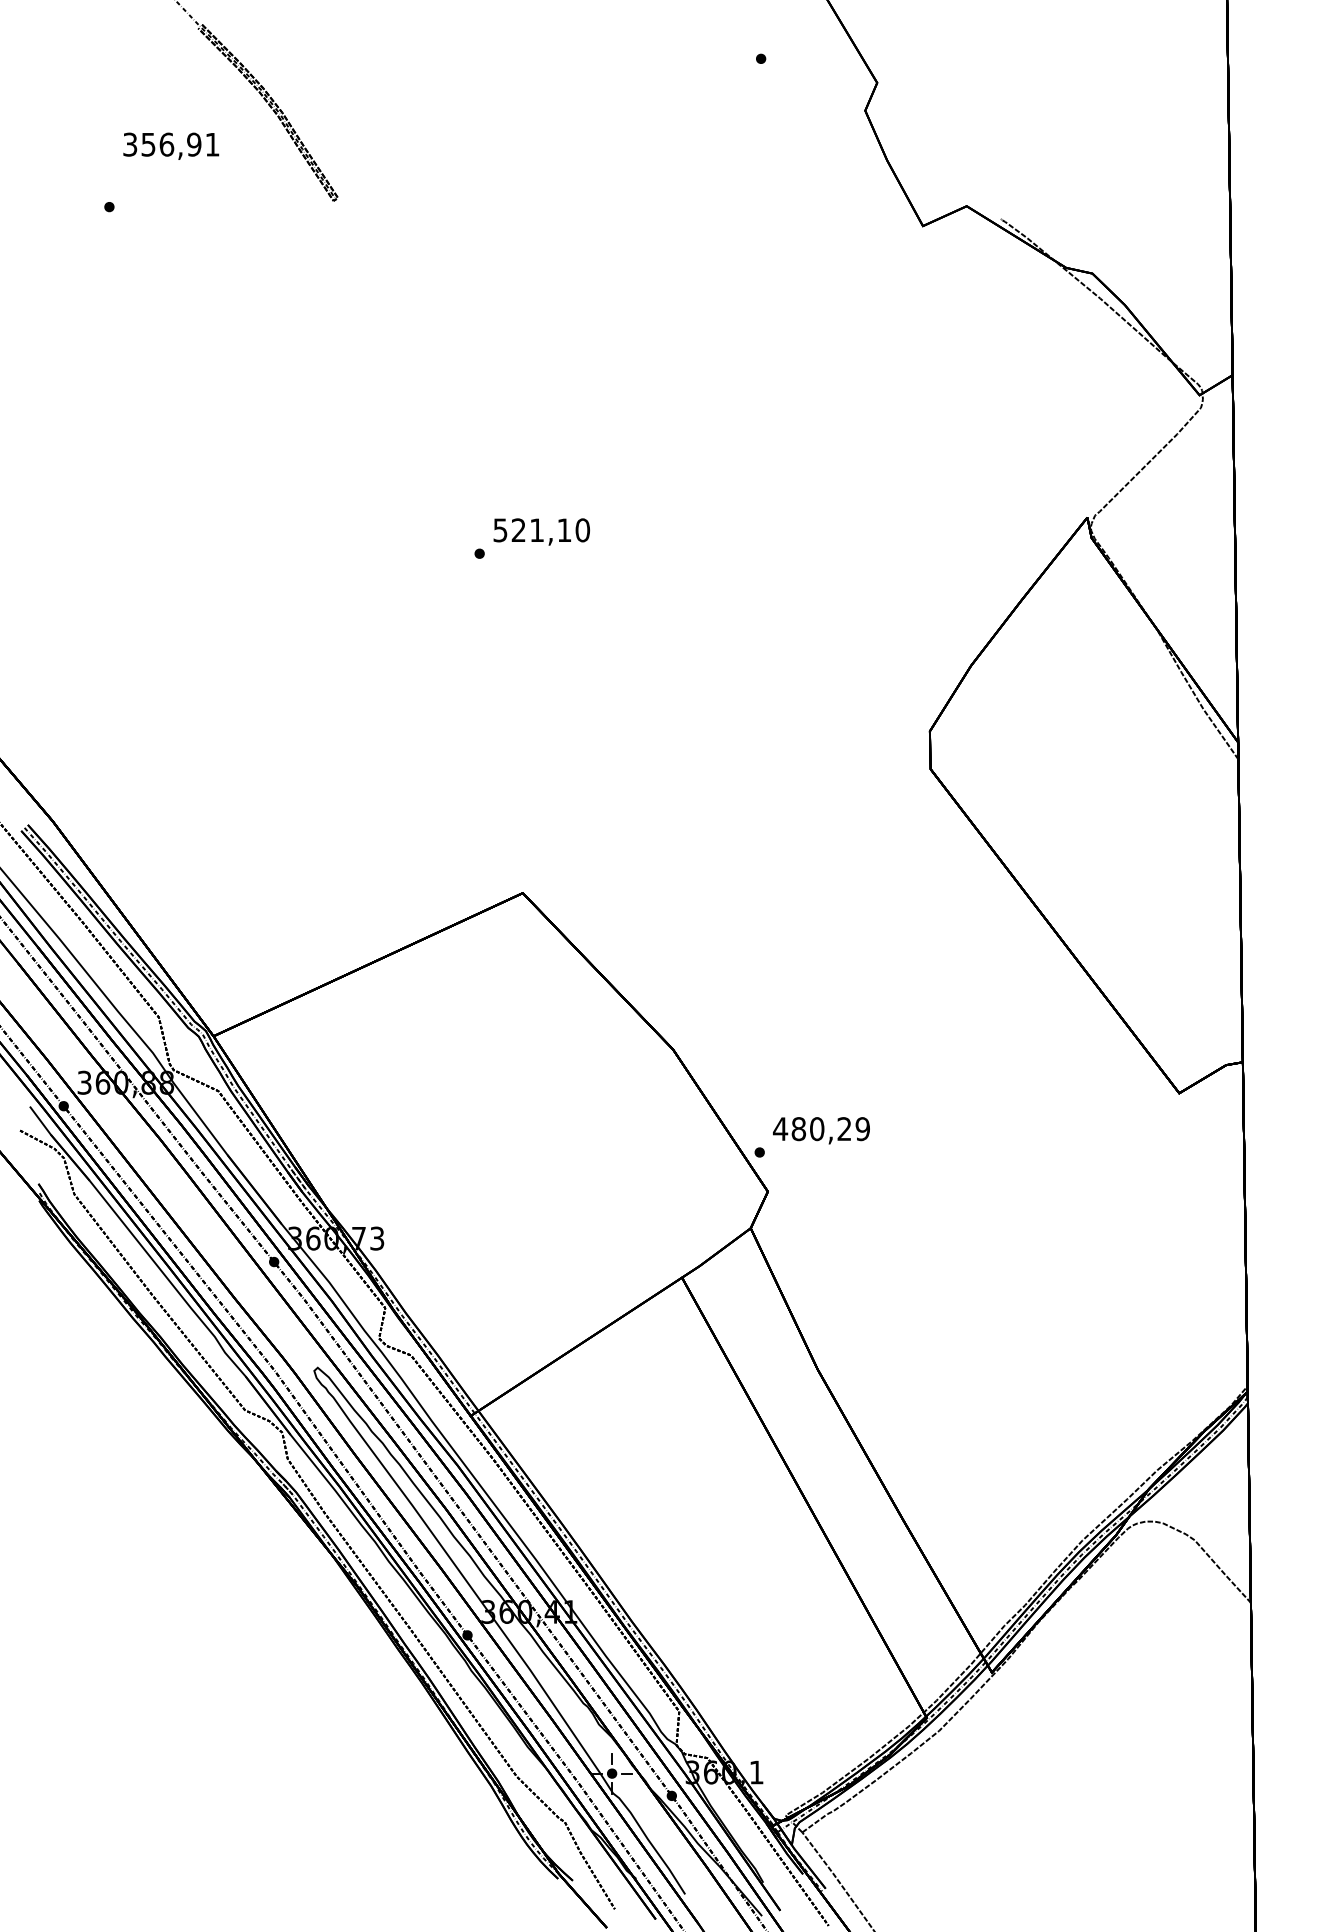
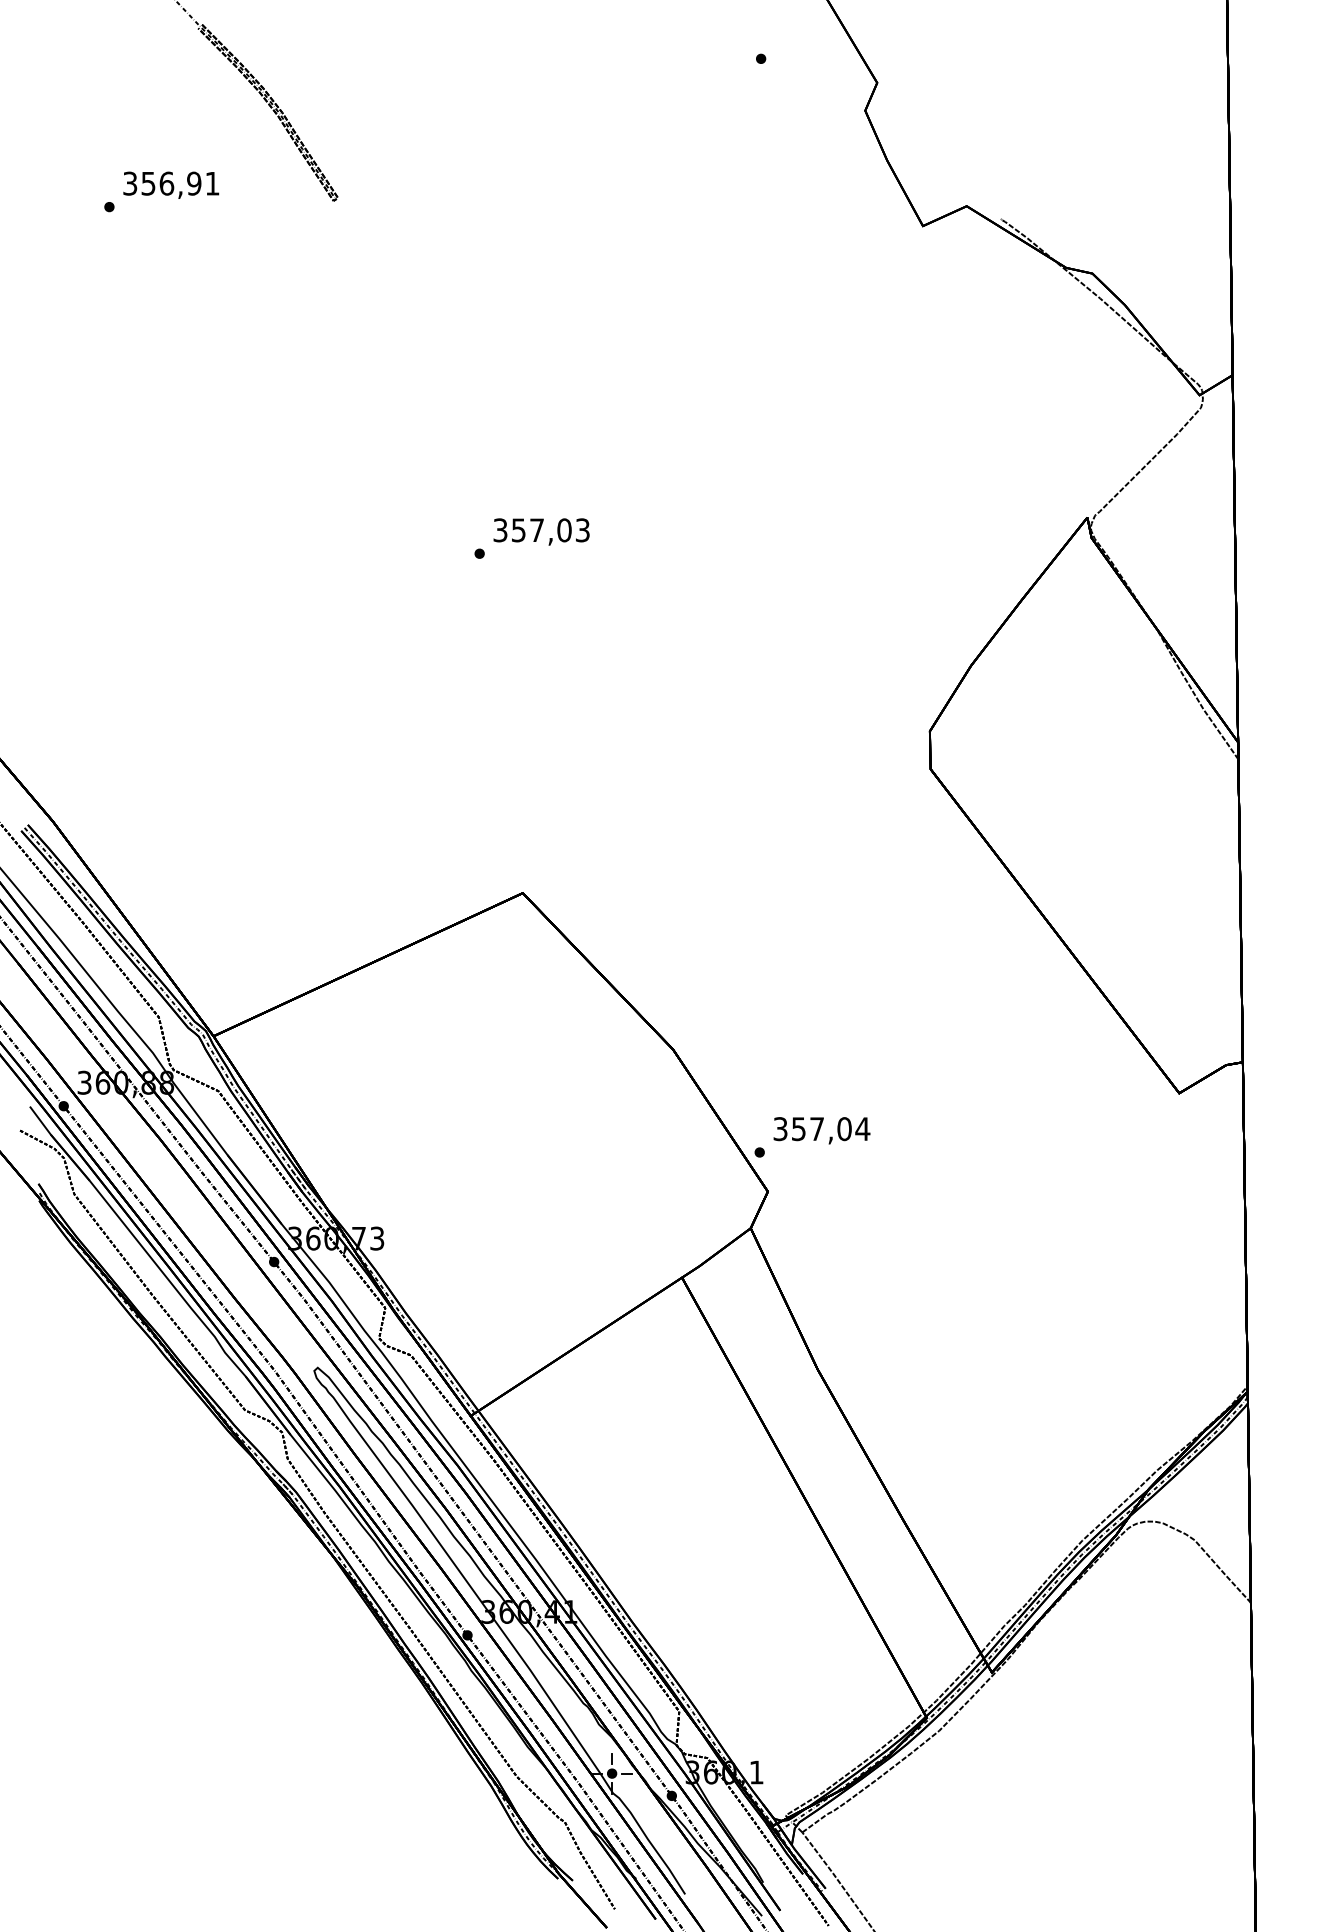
text at (171, 145) position: (171, 145) -> (171, 184)
text at (542, 530): 521,10 -> 357,03
text at (821, 1129): 480,29 -> 357,04
